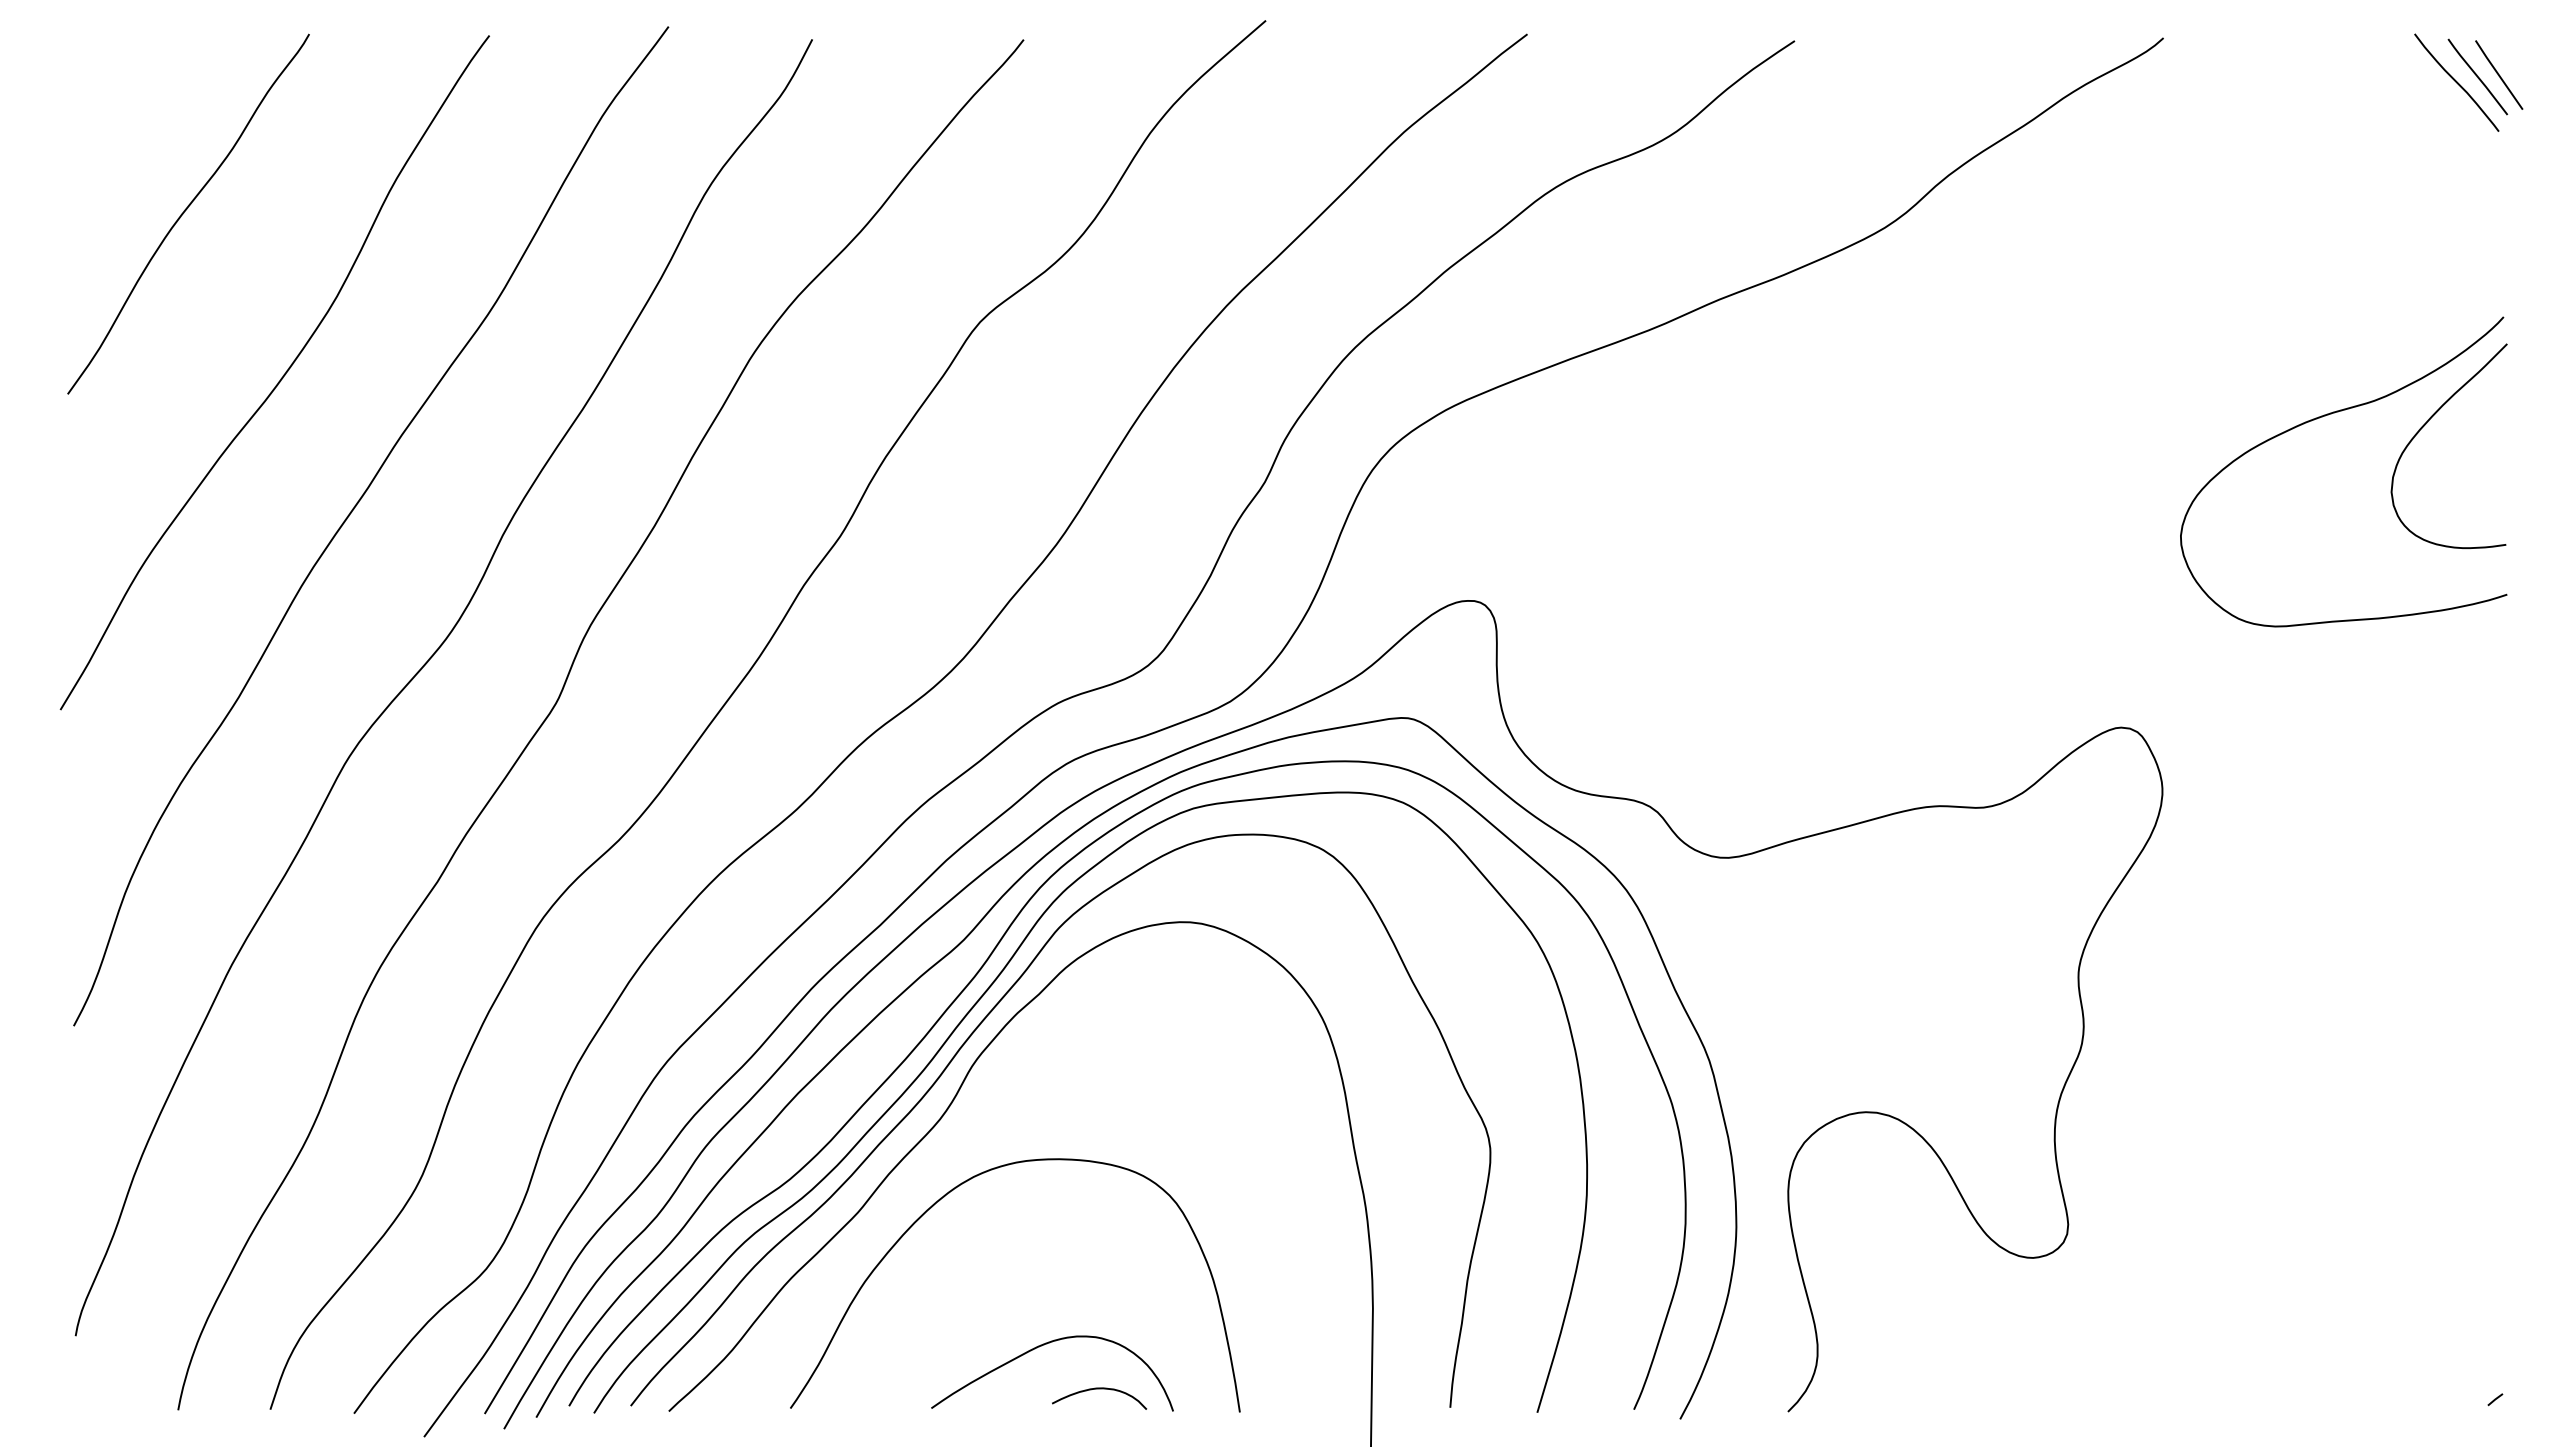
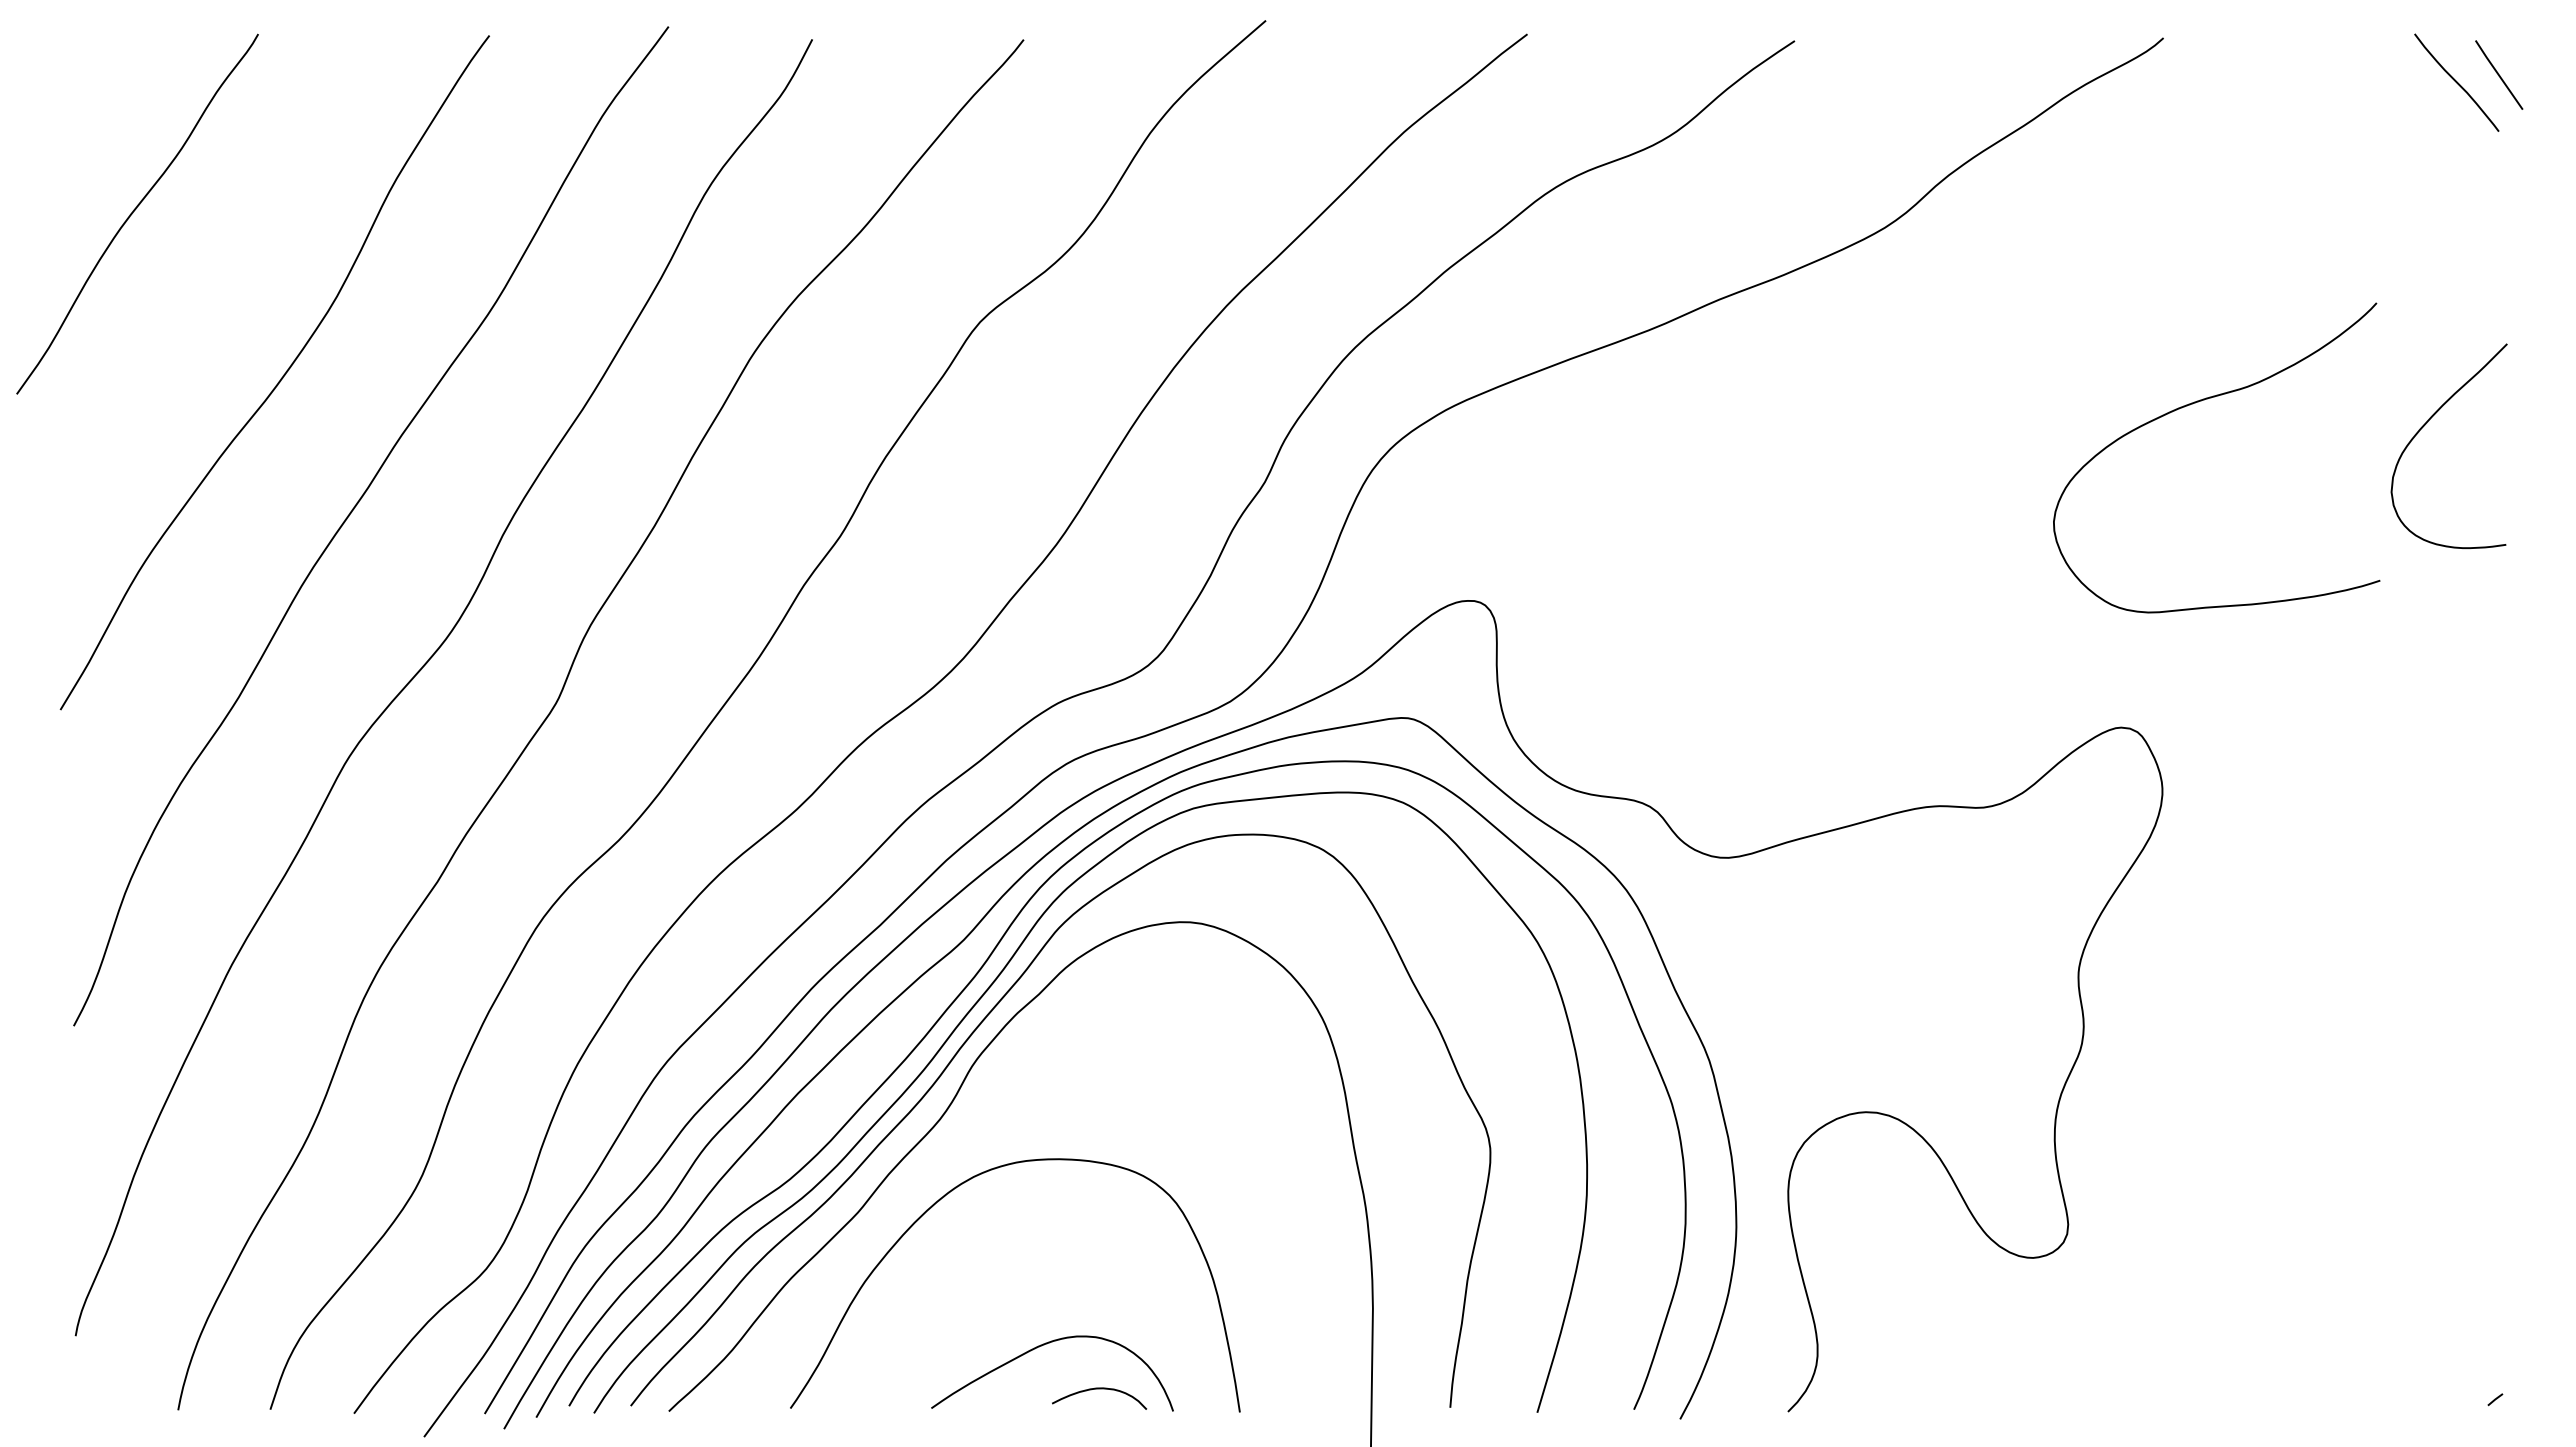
line at (2477, 76): present -> none
curve at (186, 210) position: (186, 210) -> (135, 210)
curve at (2325, 416) position: (2325, 416) -> (2198, 402)
